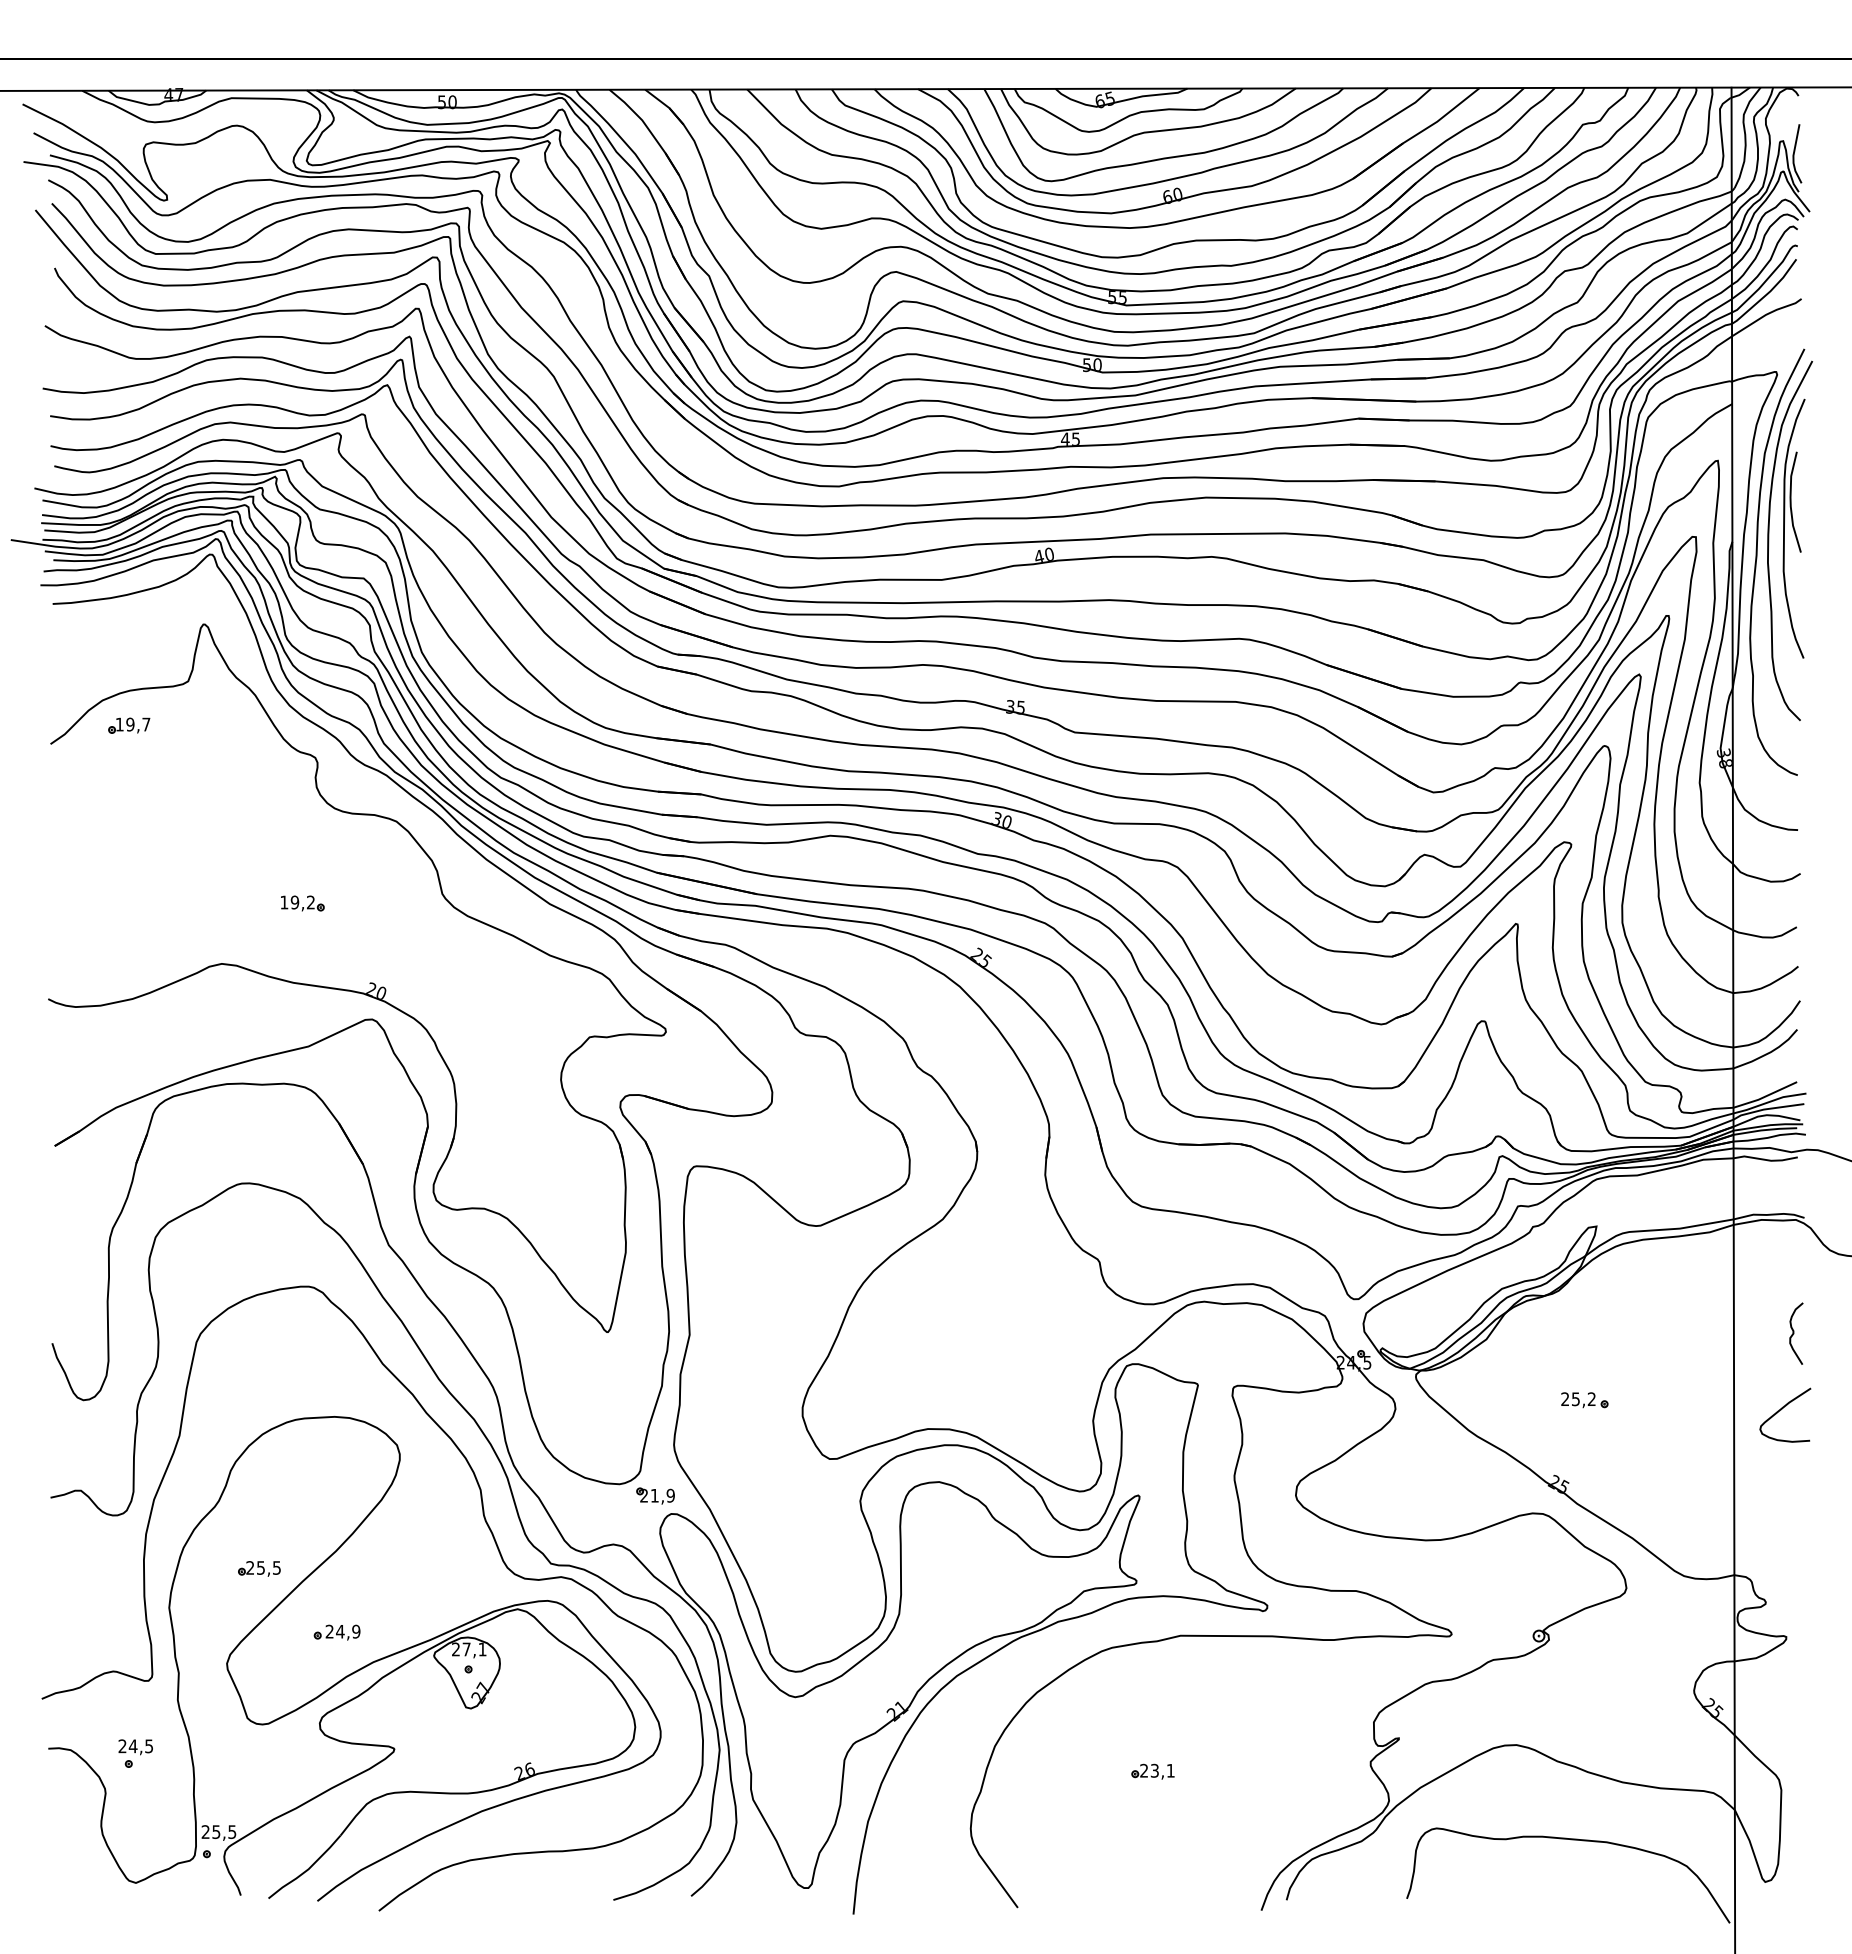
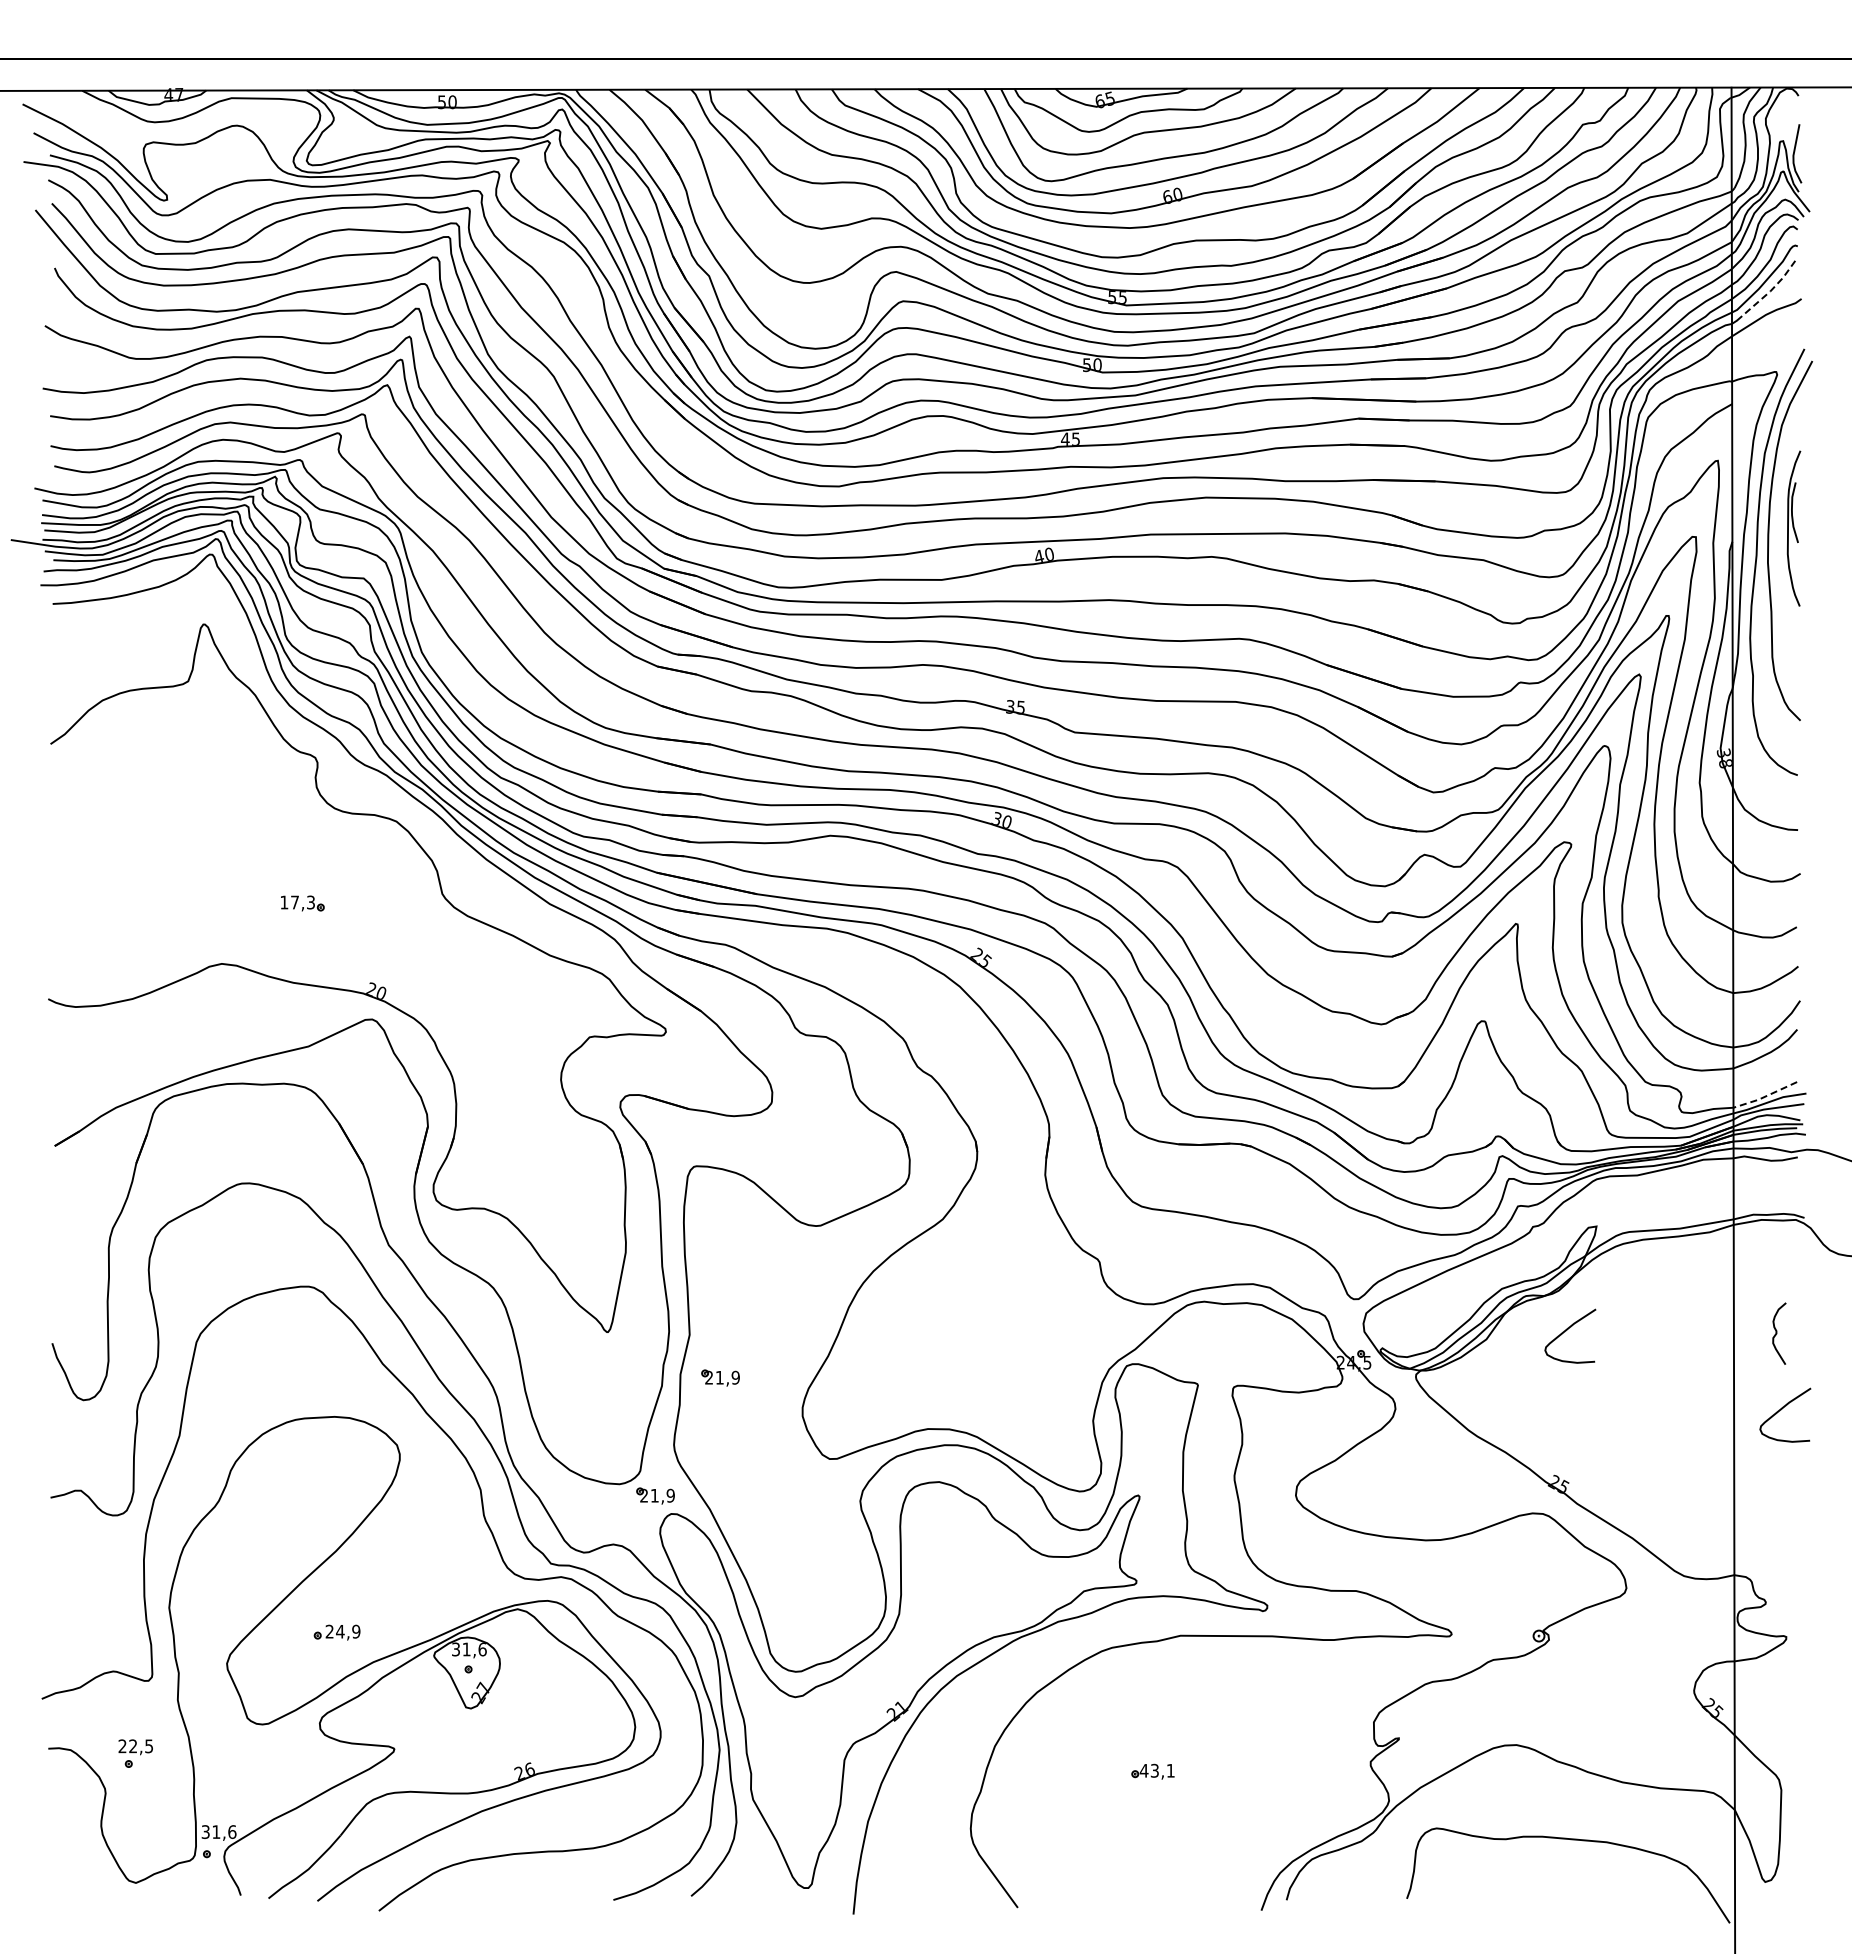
line at (1770, 291): solid -> dashed
part at (1793, 528) size: 24x261 px -> 16x157 px
part at (129, 725): present -> none
text at (302, 902): 19,2 -> 17,3
line at (1764, 1096): solid -> dashed
curve at (1566, 1331): none -> present
curve at (1794, 1333) position: (1794, 1333) -> (1777, 1333)
part at (720, 1377): none -> present
part at (1584, 1400): present -> none
part at (259, 1568): present -> none
text at (469, 1649): 27,1 -> 31,6
text at (132, 1746): 24,5 -> 22,5
text at (1143, 1770): 23,1 -> 43,1
text at (218, 1832): 25,5 -> 31,6
